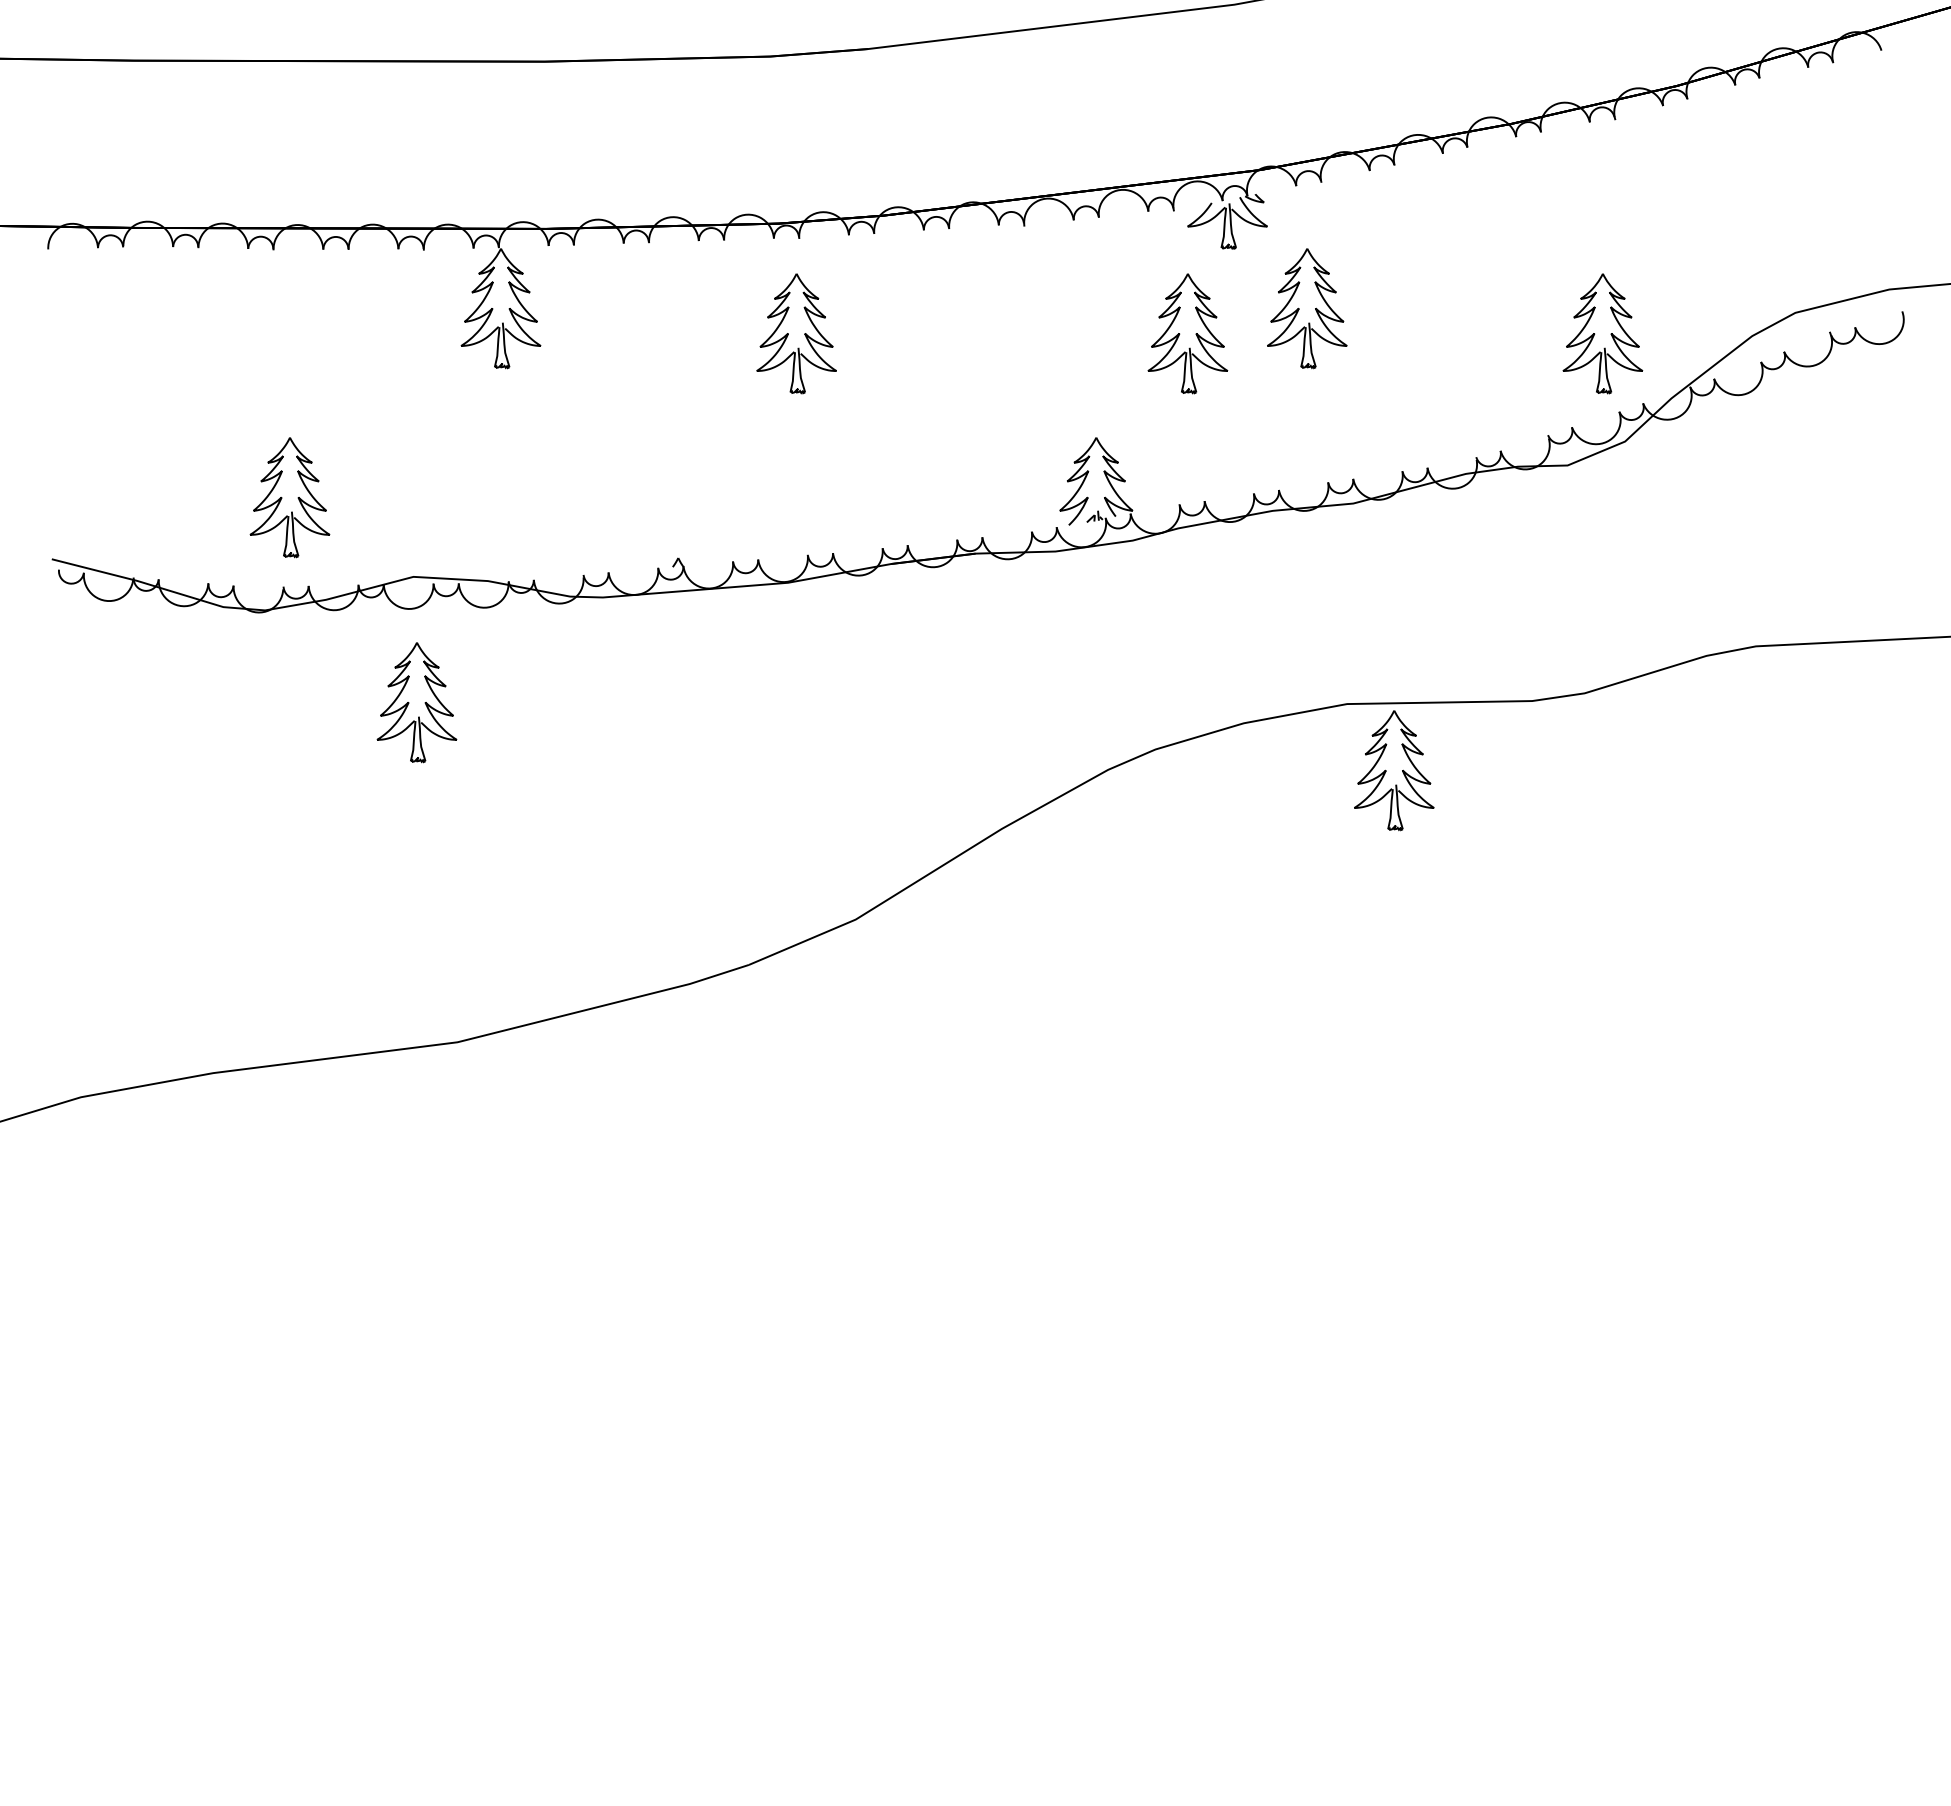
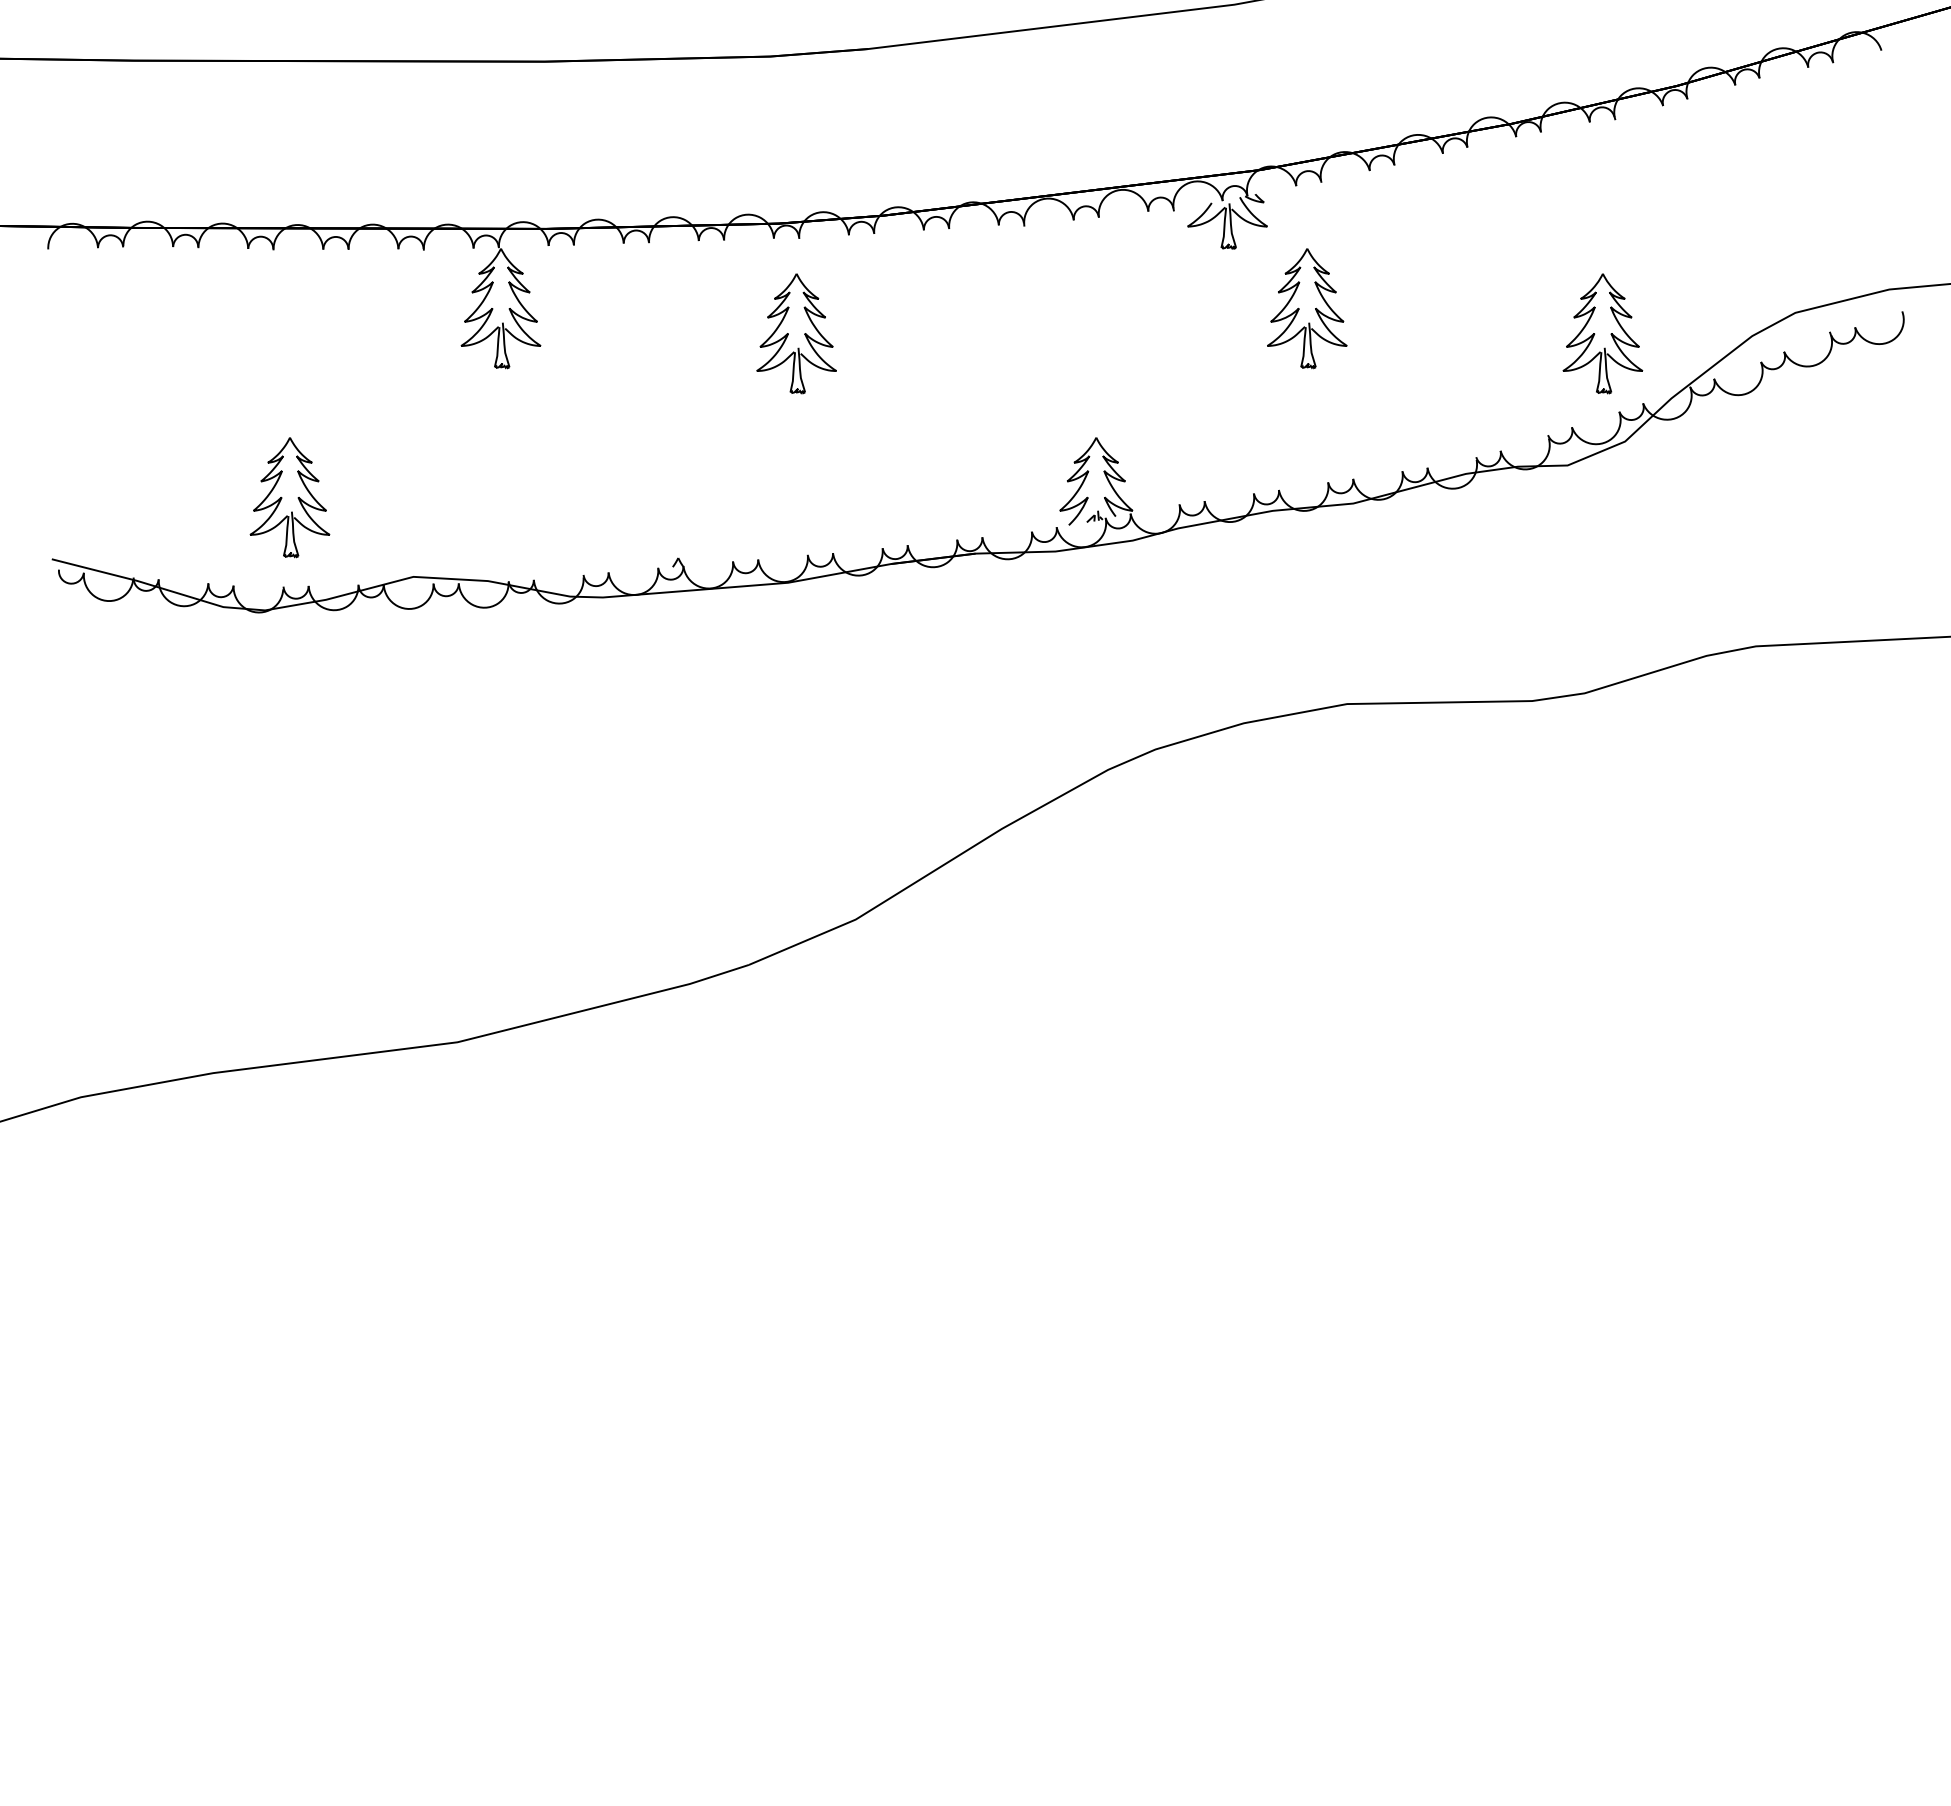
part at (1187, 333): present -> none
part at (416, 702): present -> none
part at (1394, 770): present -> none
